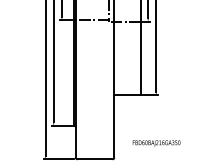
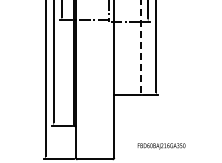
line at (141, 48): solid -> dashed
text at (156, 143) position: (156, 143) -> (161, 146)
